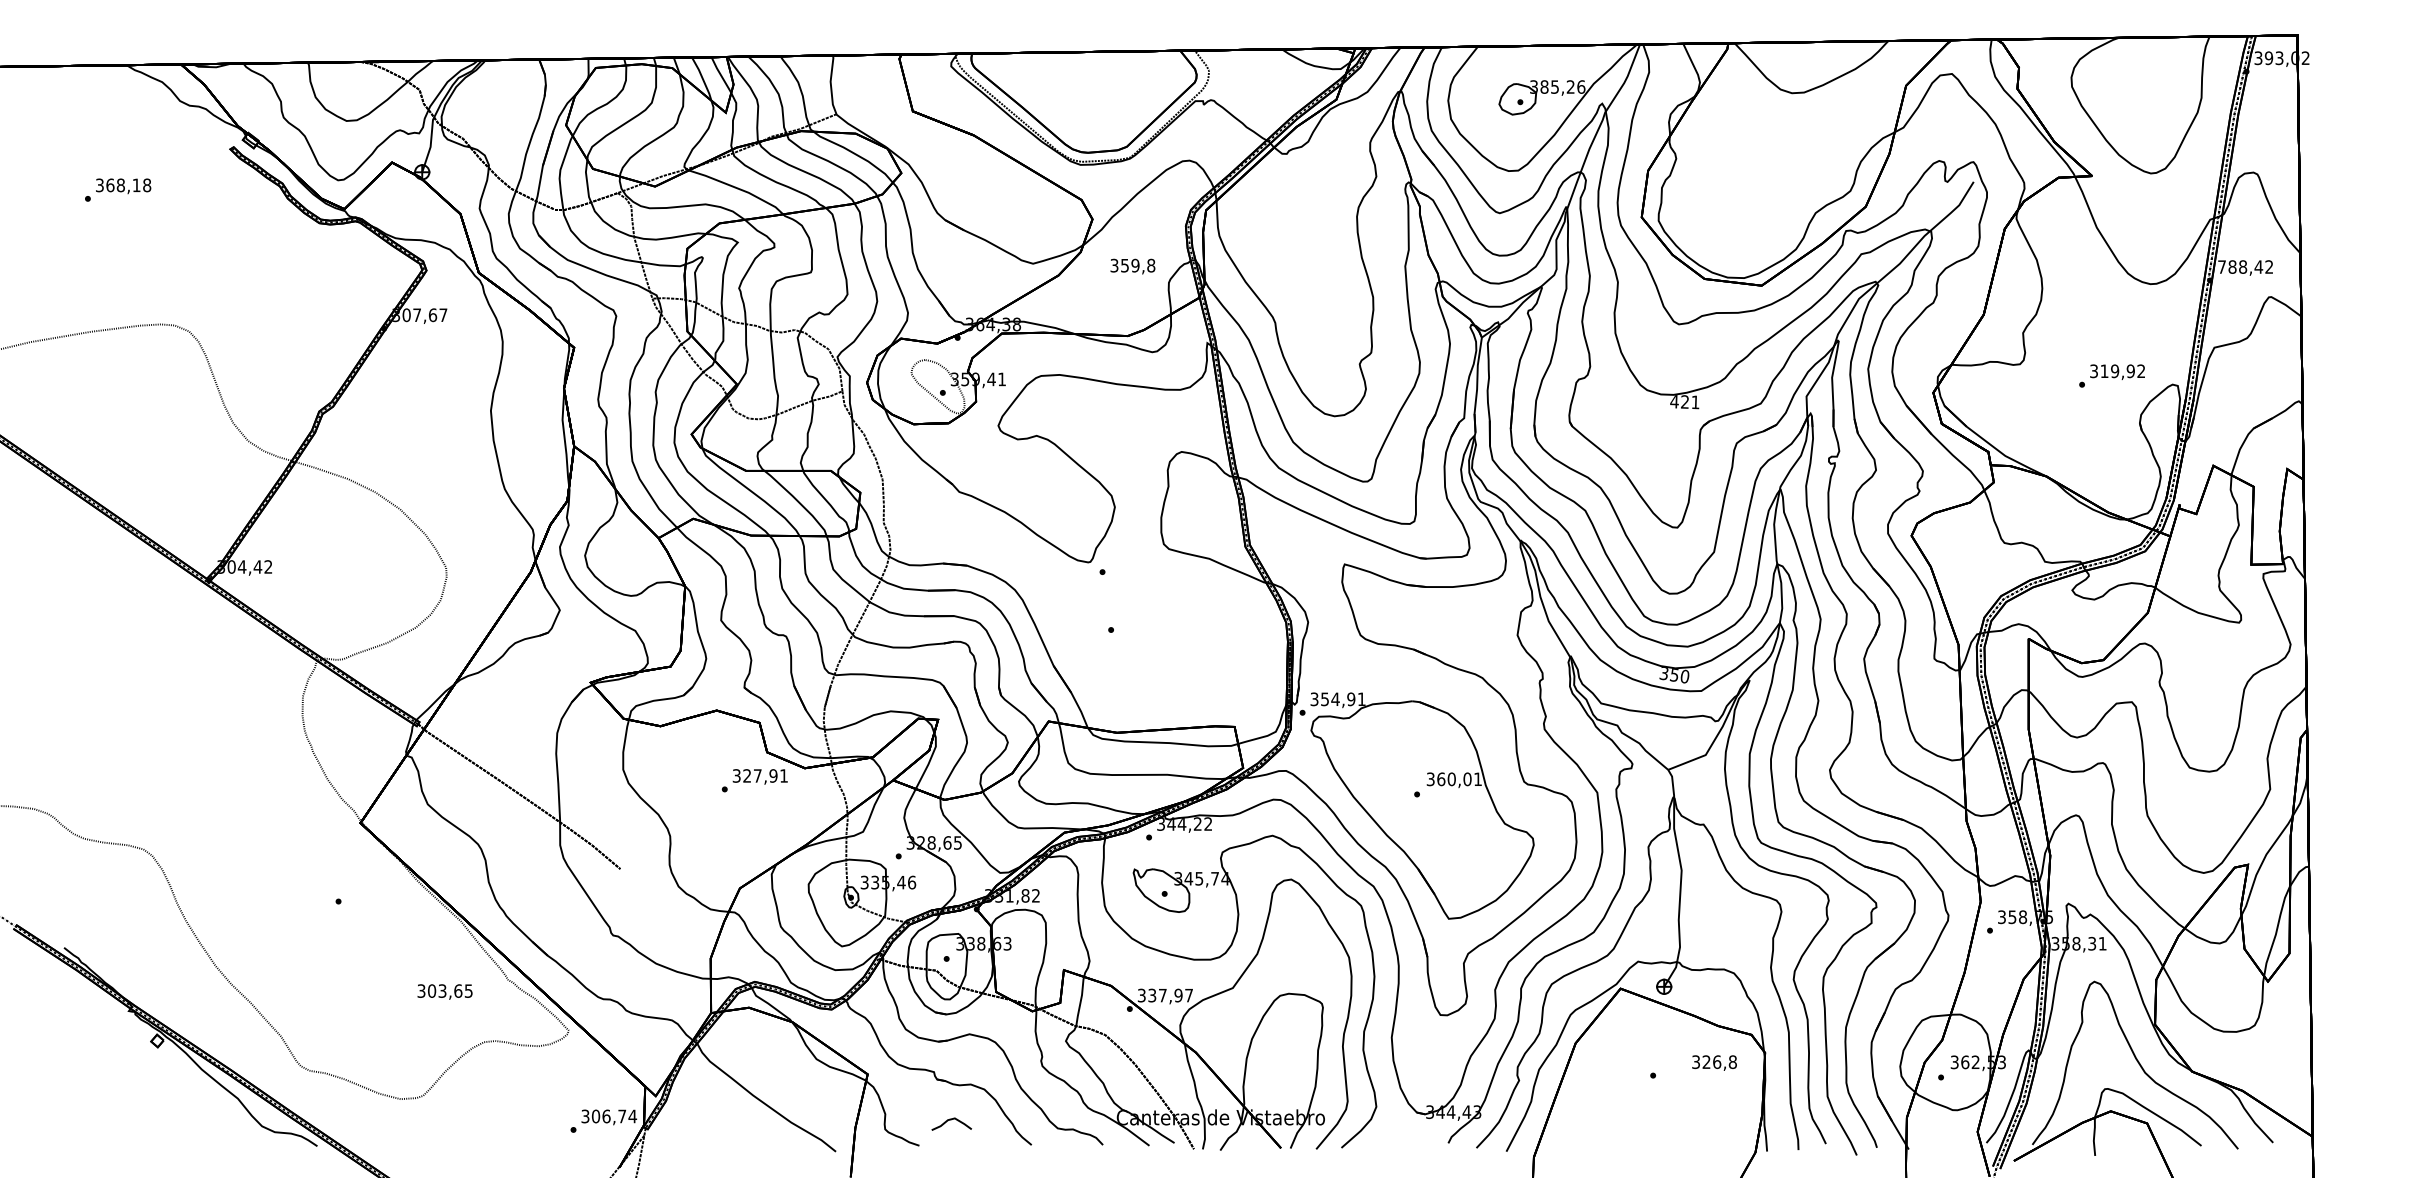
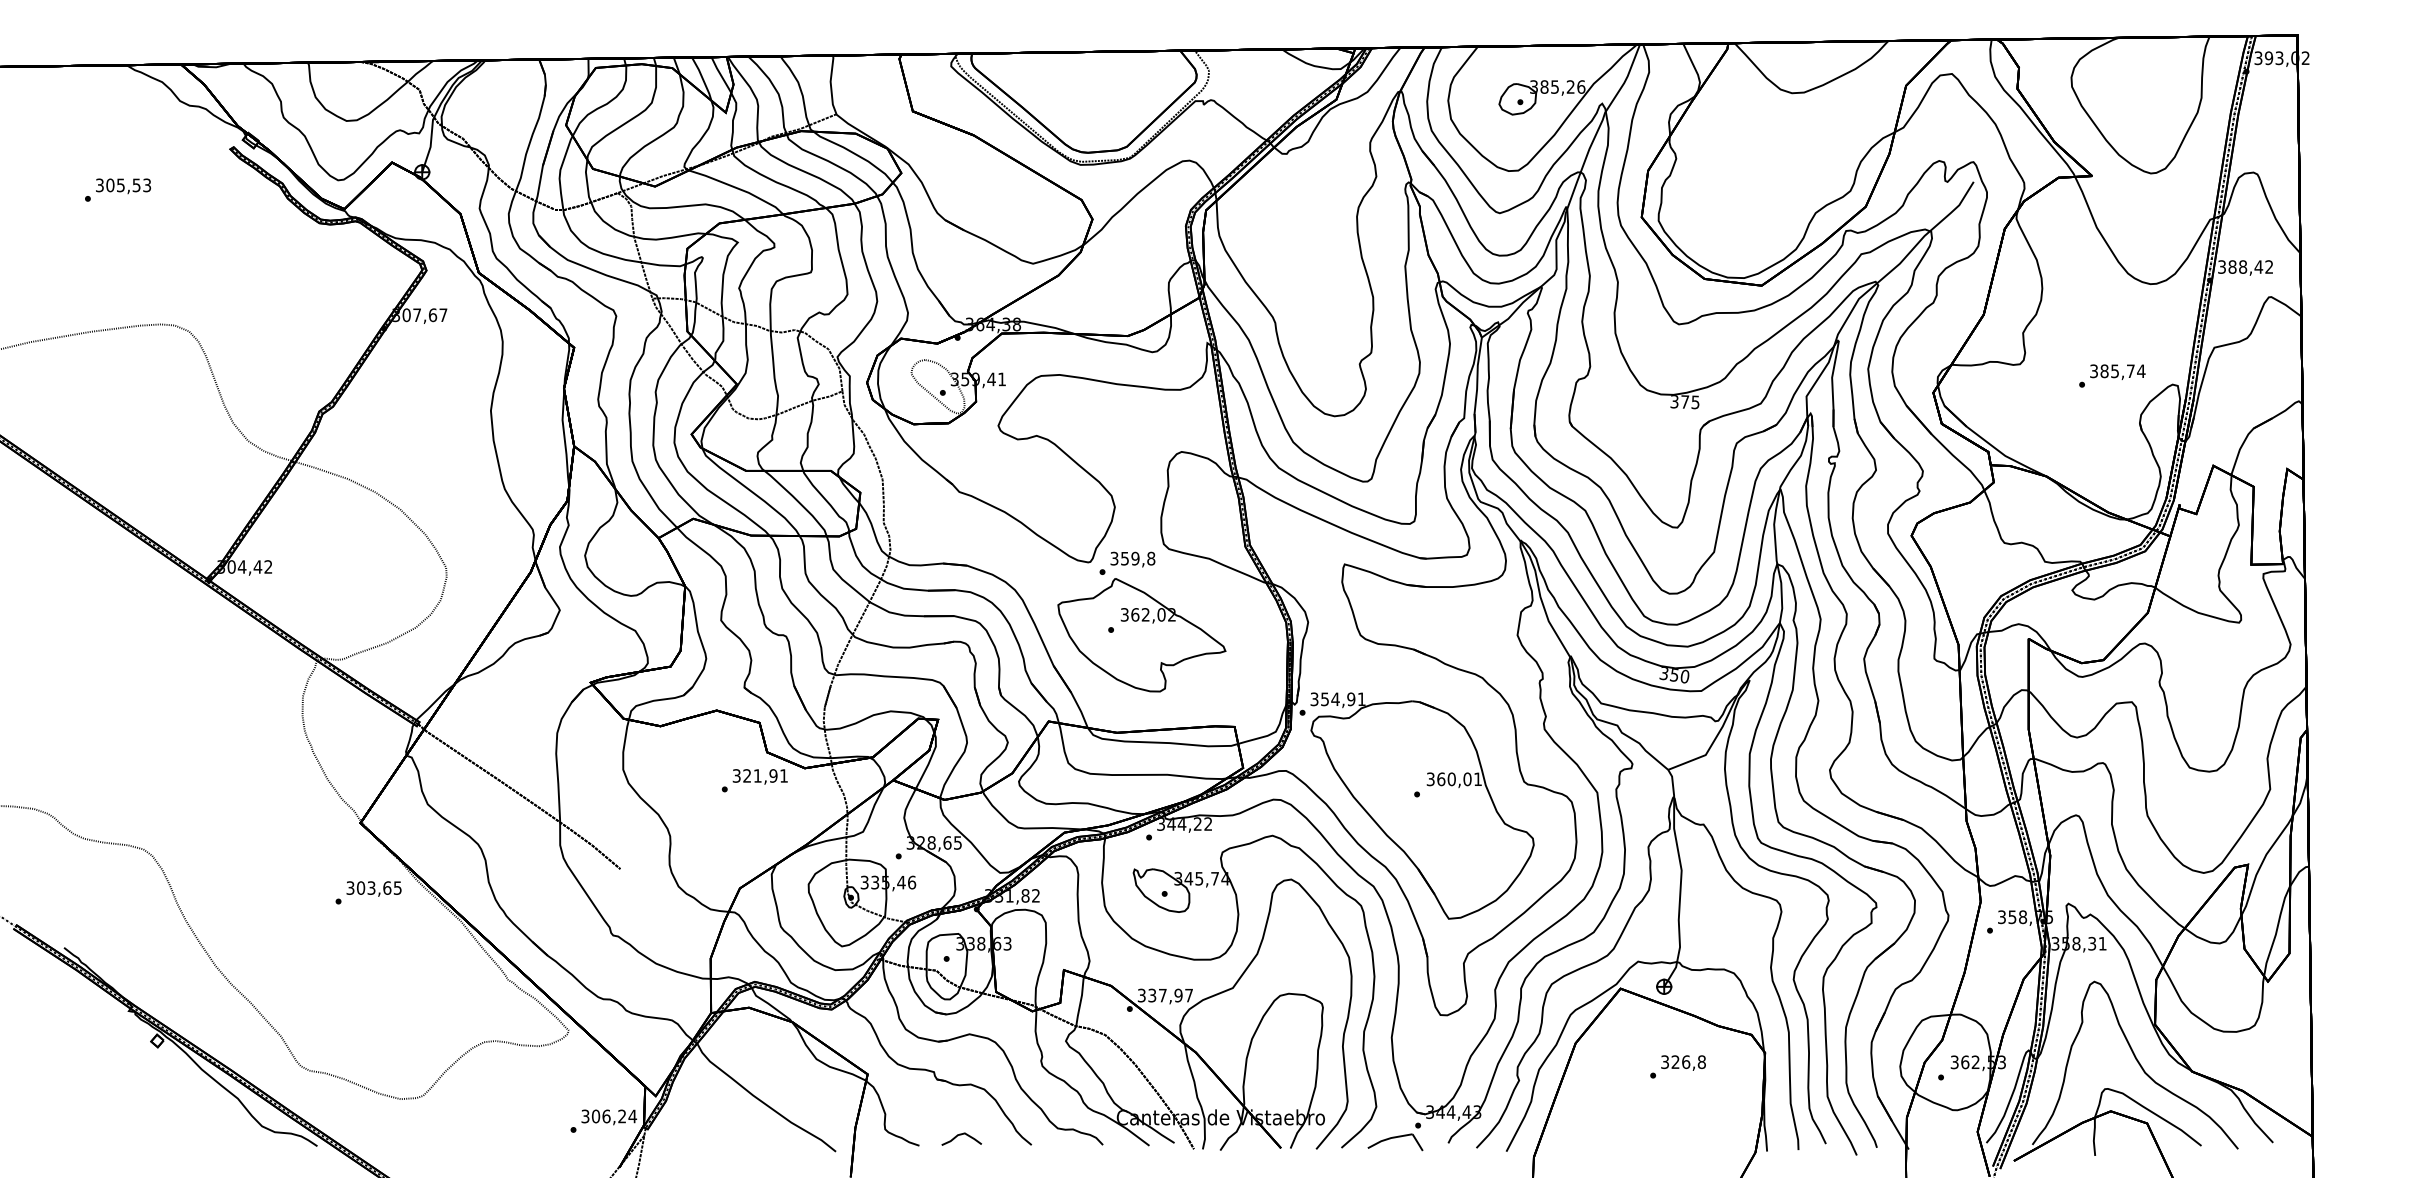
text at (128, 185): 368,18 -> 305,53
text at (1132, 266) position: (1132, 266) -> (1132, 559)
text at (2221, 266): 788,42 -> 388,42
text at (2122, 371): 319,92 -> 385,74
text at (1684, 402): 421 -> 375
part at (1141, 635): none -> present
text at (757, 775): 327,91 -> 321,91
text at (444, 991) position: (444, 991) -> (373, 888)
text at (1714, 1062) position: (1714, 1062) -> (1683, 1062)
text at (622, 1116): 306,74 -> 306,24
curve at (951, 1120) position: (951, 1120) -> (961, 1135)
part at (1395, 1136): none -> present
